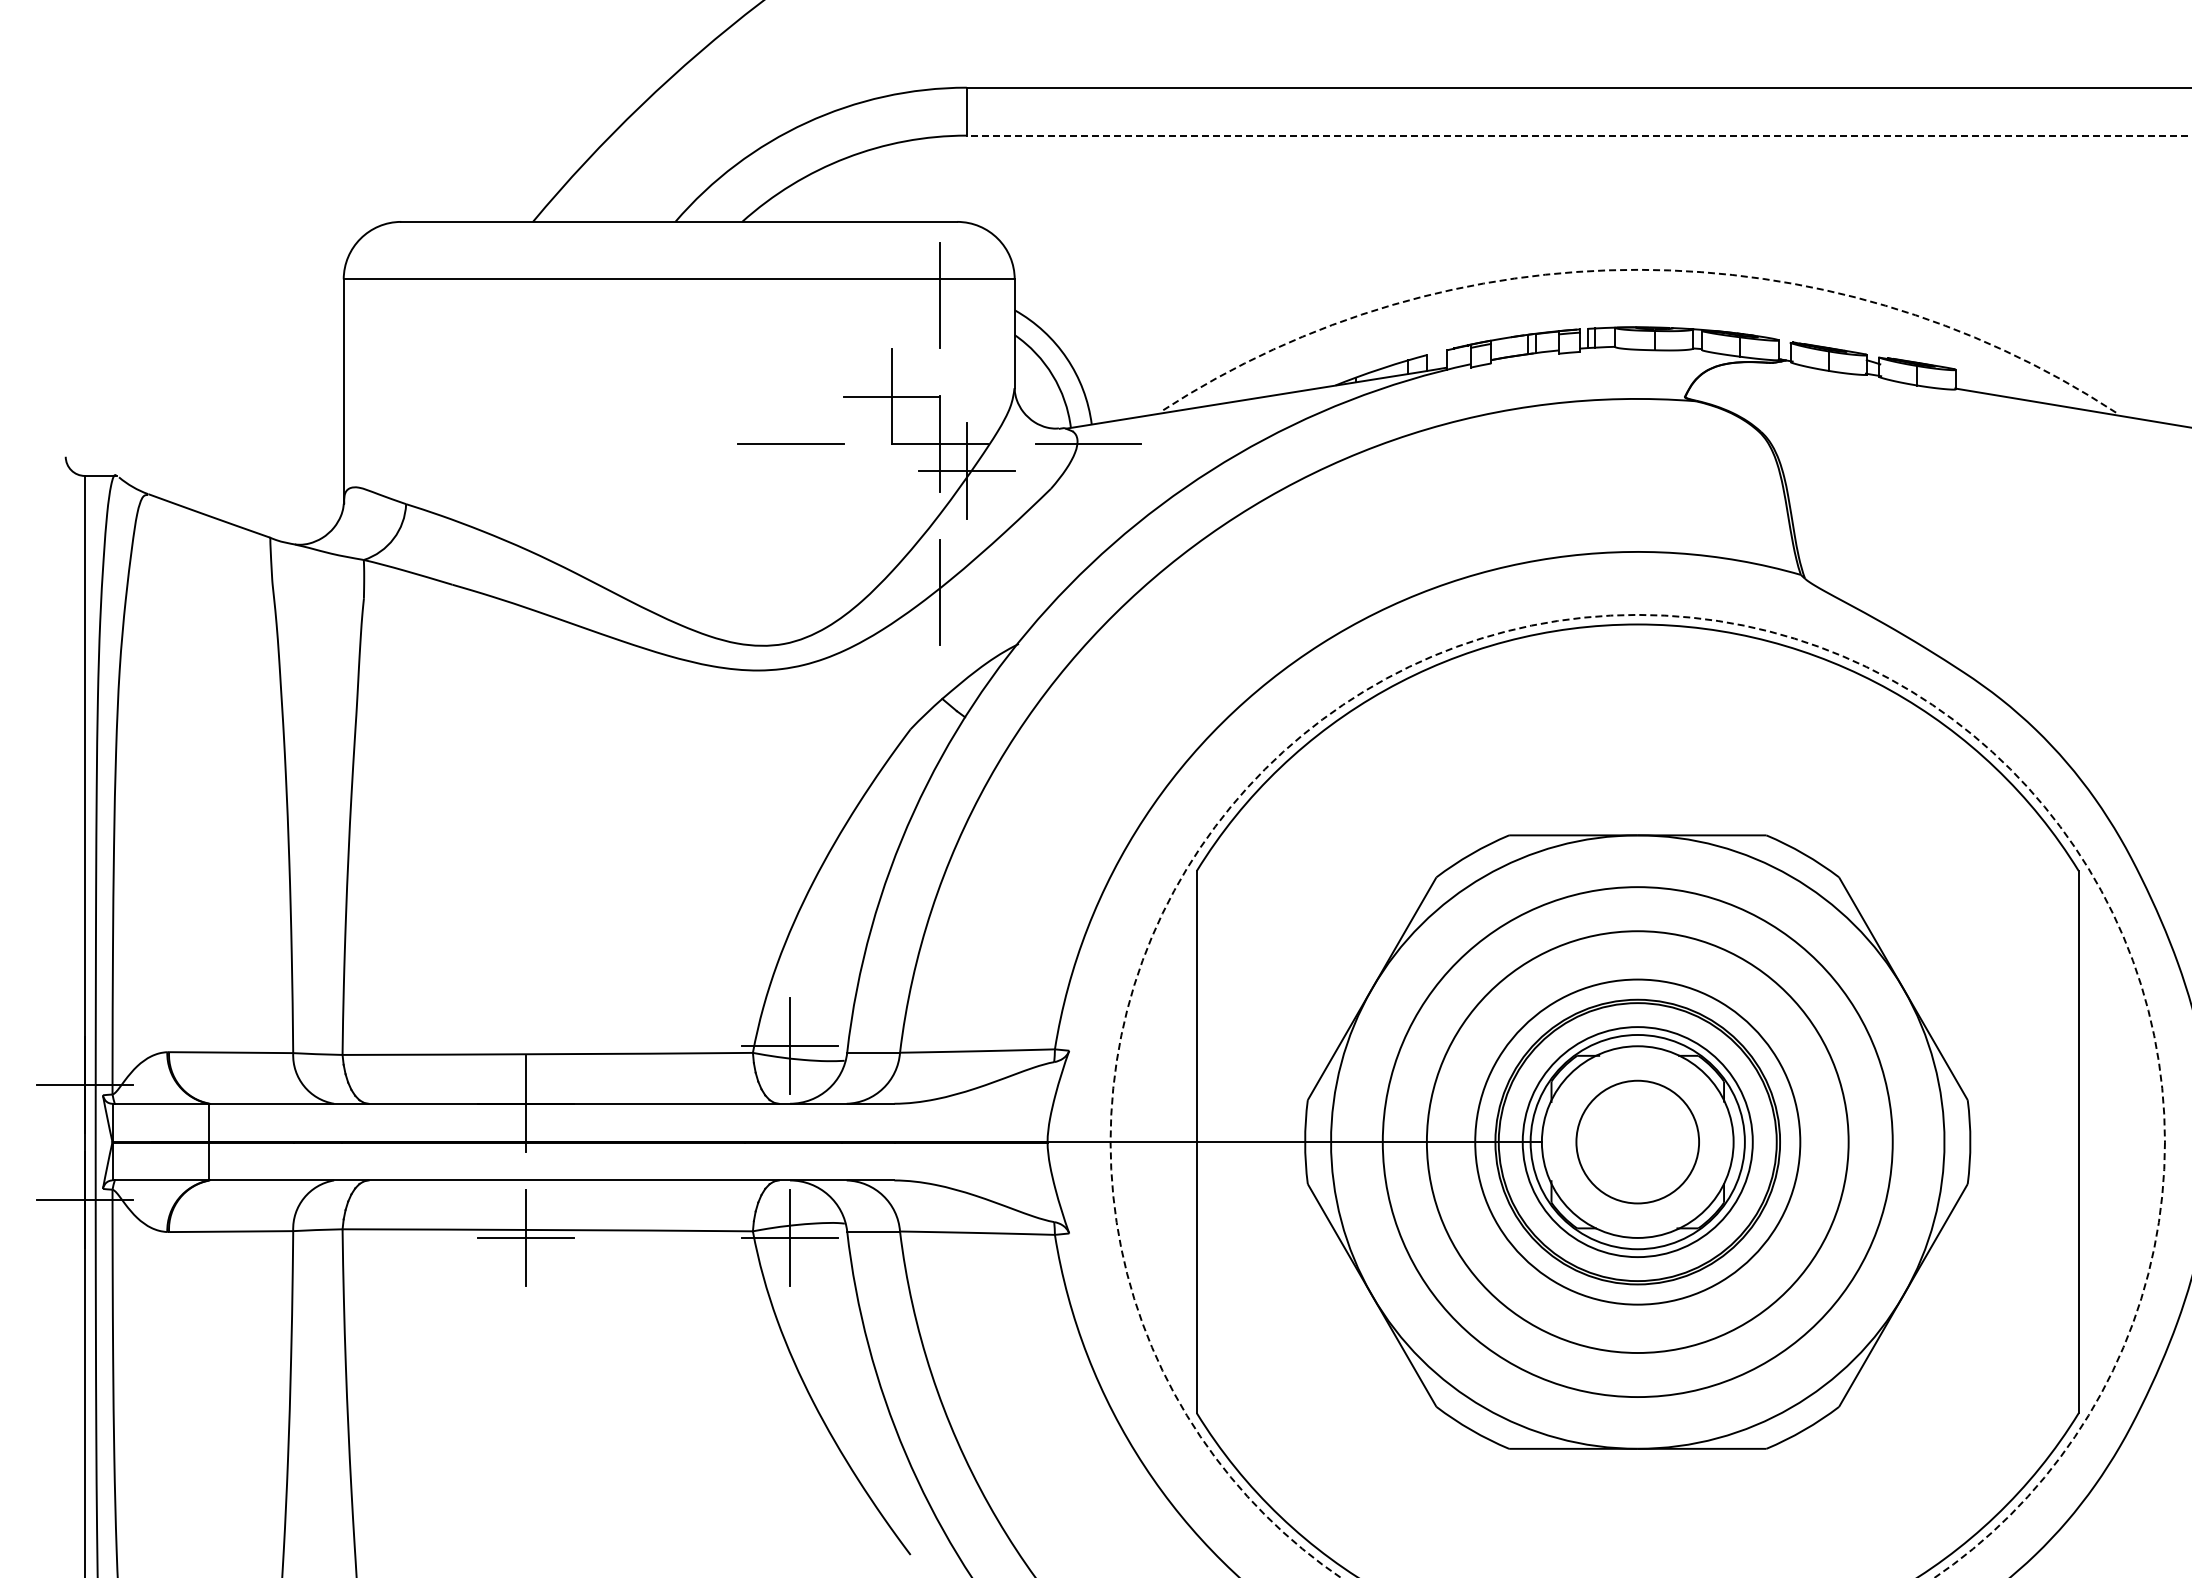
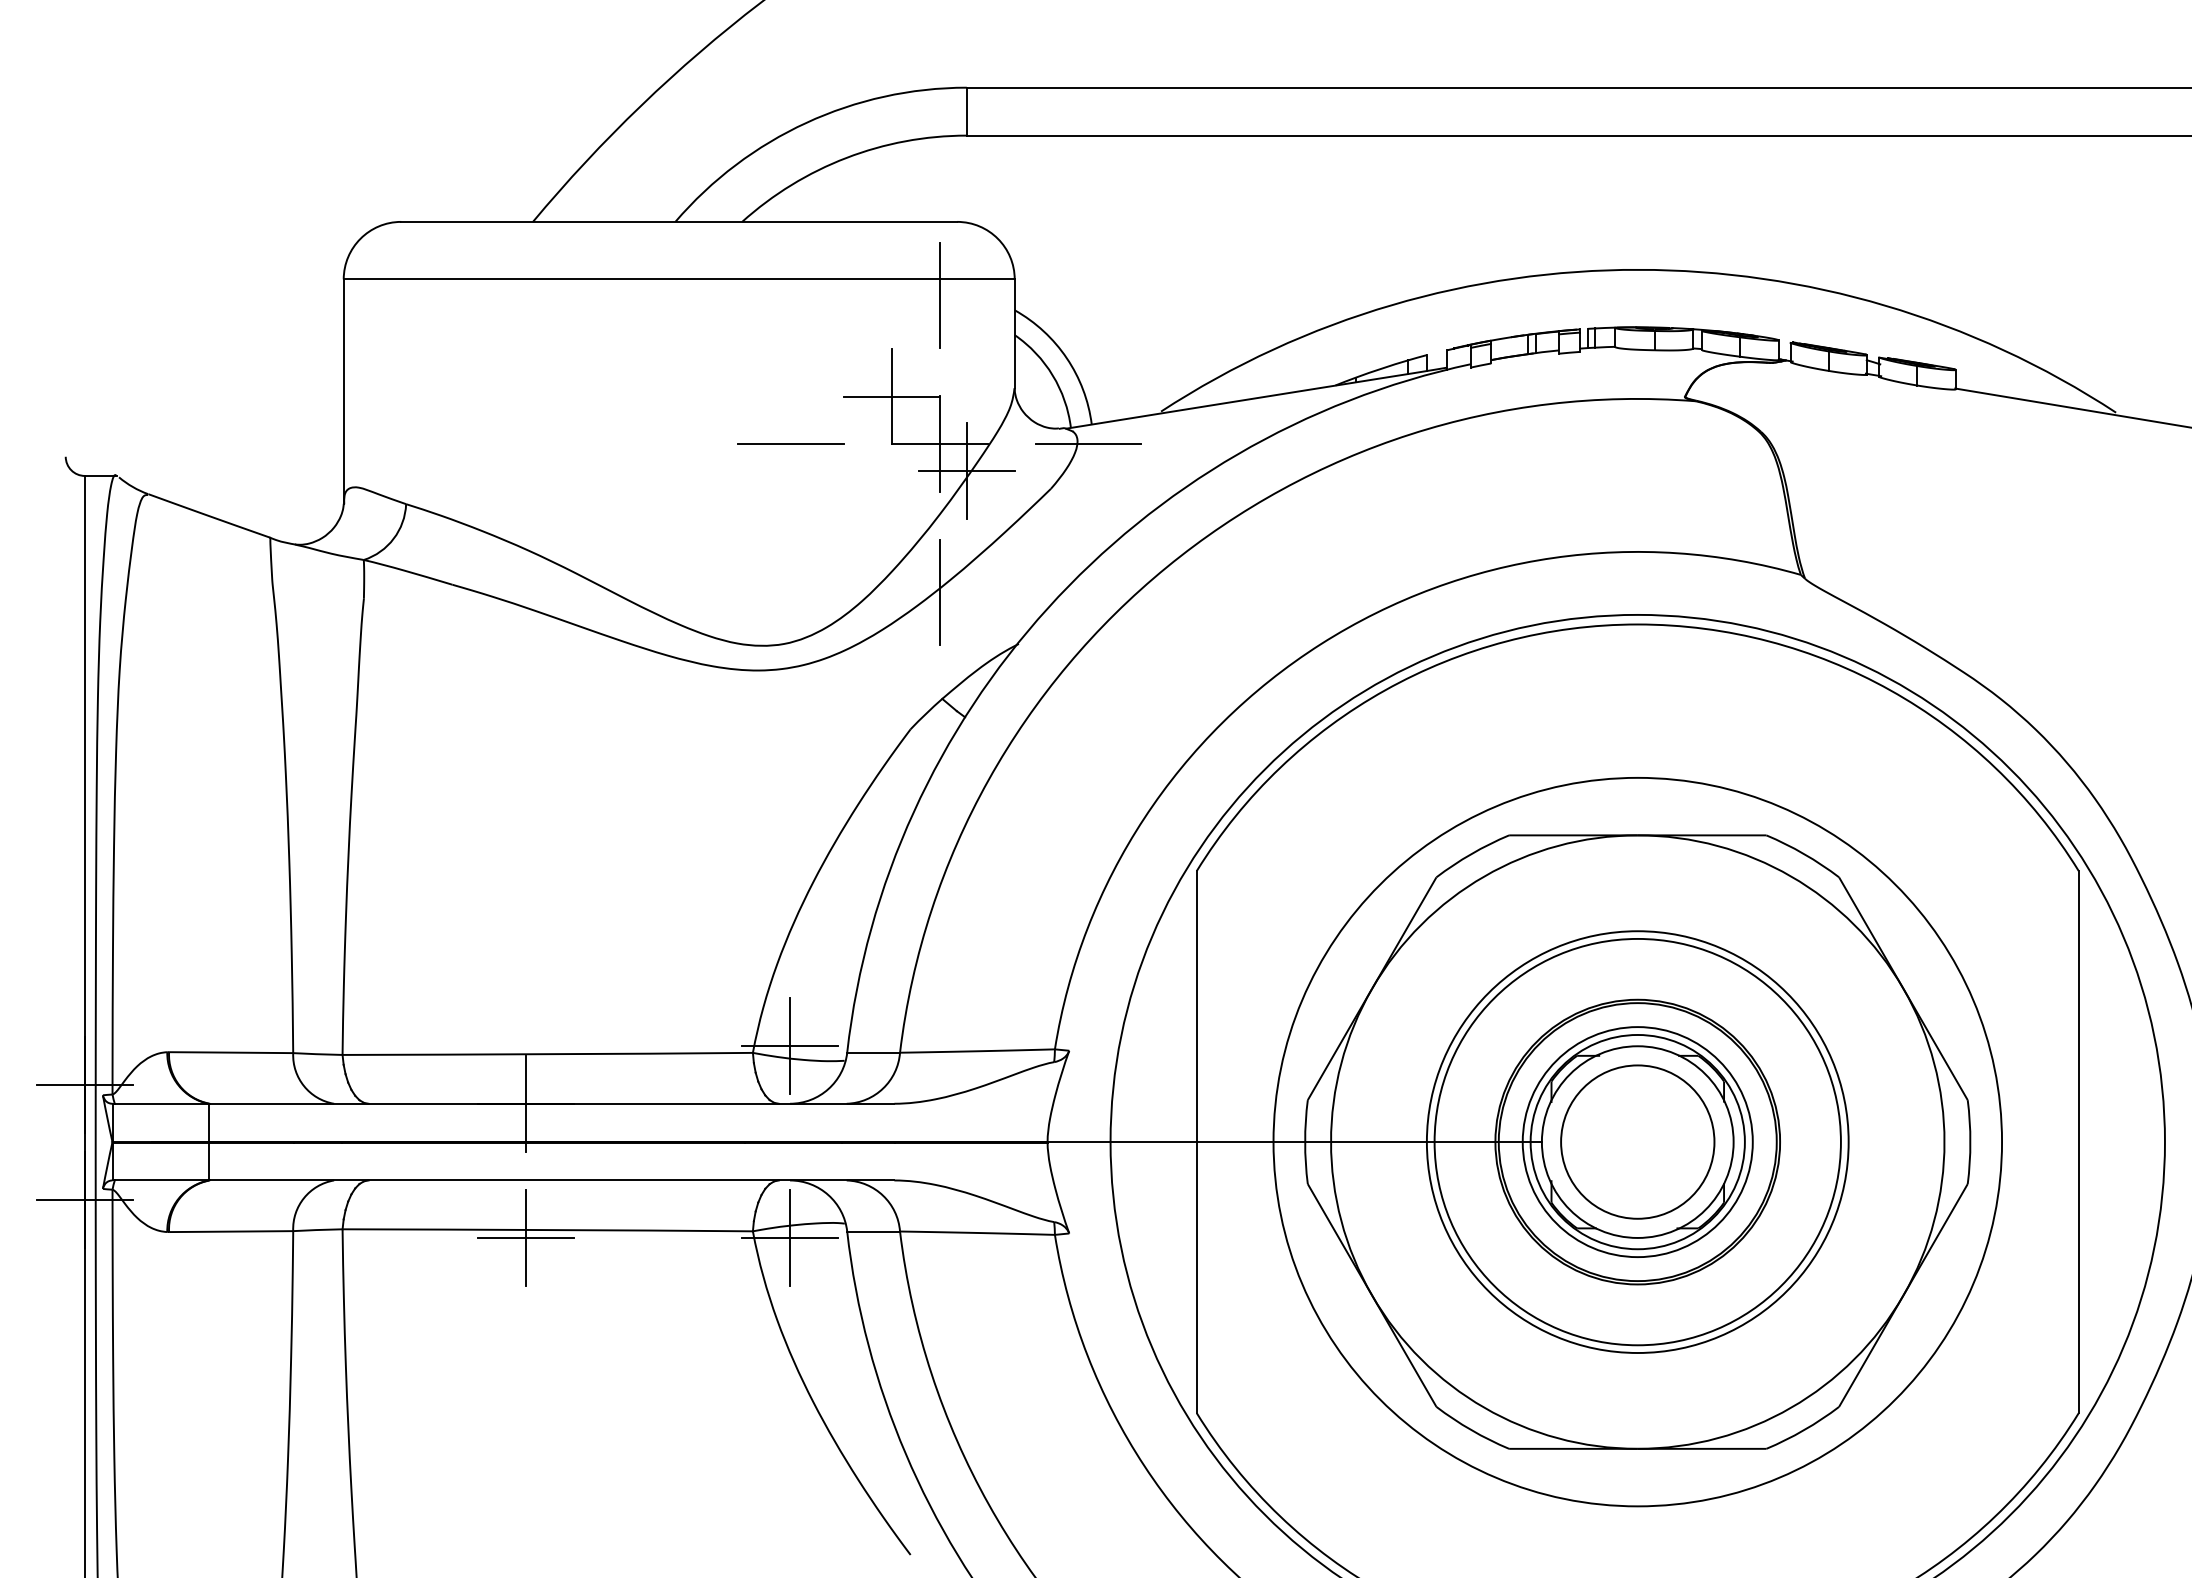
line at (1578, 135): dashed -> solid
arc at (1638, 269): dashed -> solid
circle at (1637, 1095): dashed -> solid
circle at (1637, 1141) diameter: 123 px -> 153 px
circle at (1637, 1141) diameter: 325 px -> 406 px
circle at (1637, 1142) diameter: 510 px -> 728 px
